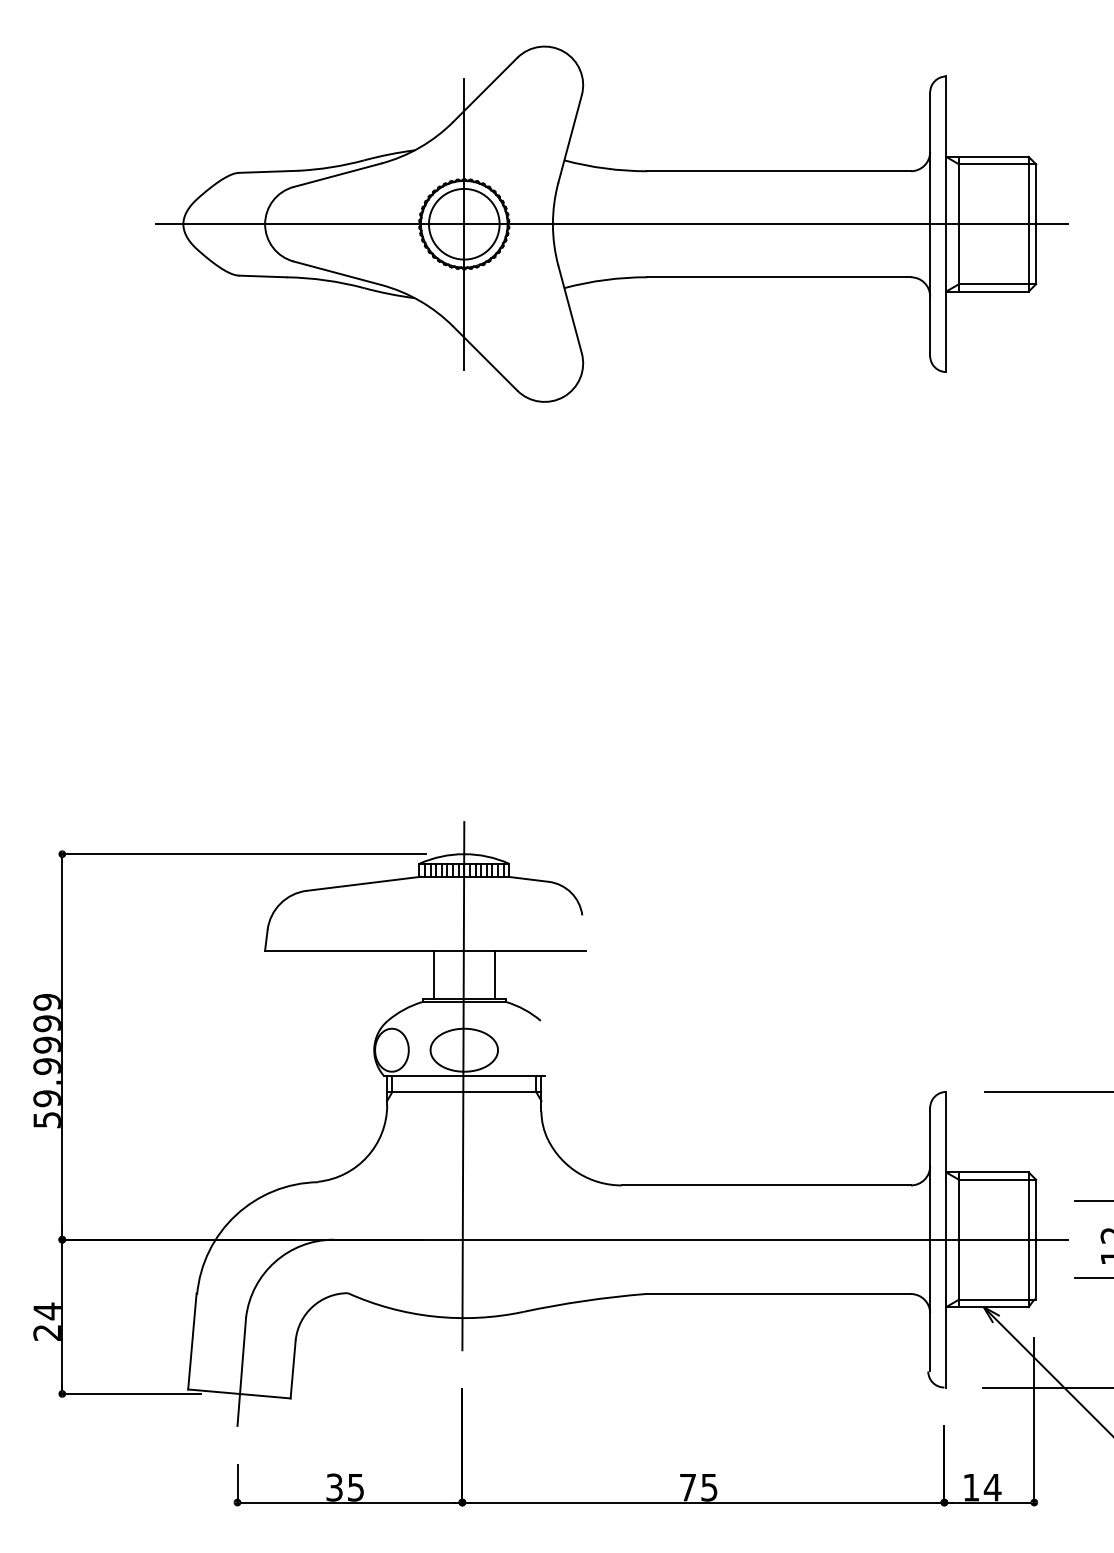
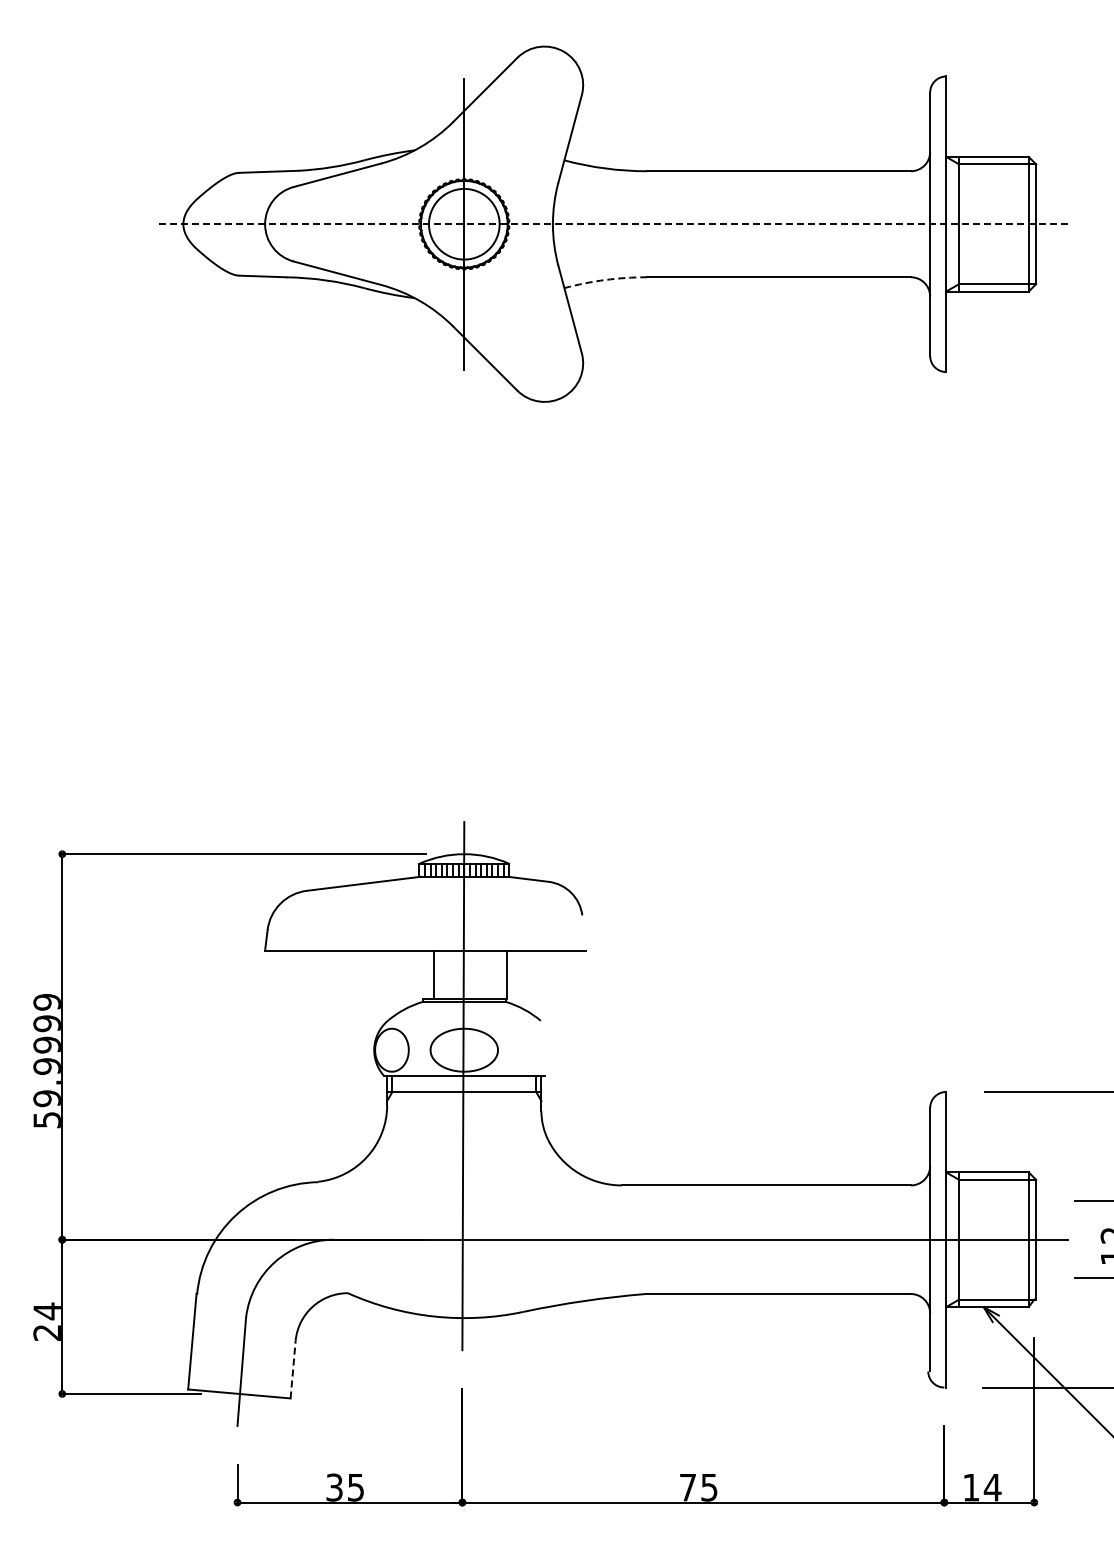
line at (611, 224): solid -> dashed
arc at (605, 280): solid -> dashed
line at (494, 974) position: (494, 974) -> (506, 974)
line at (293, 1369): solid -> dashed
